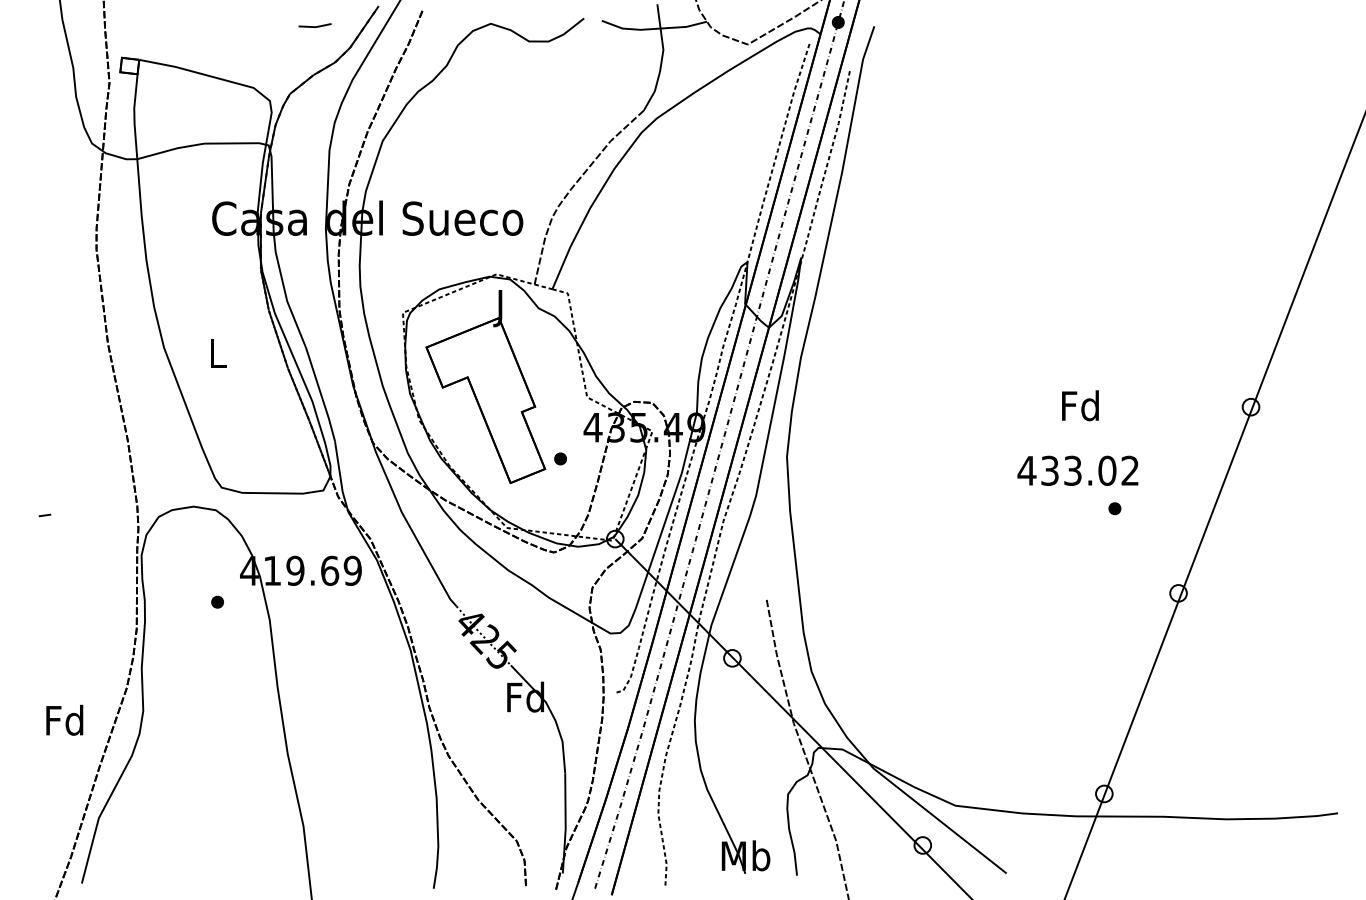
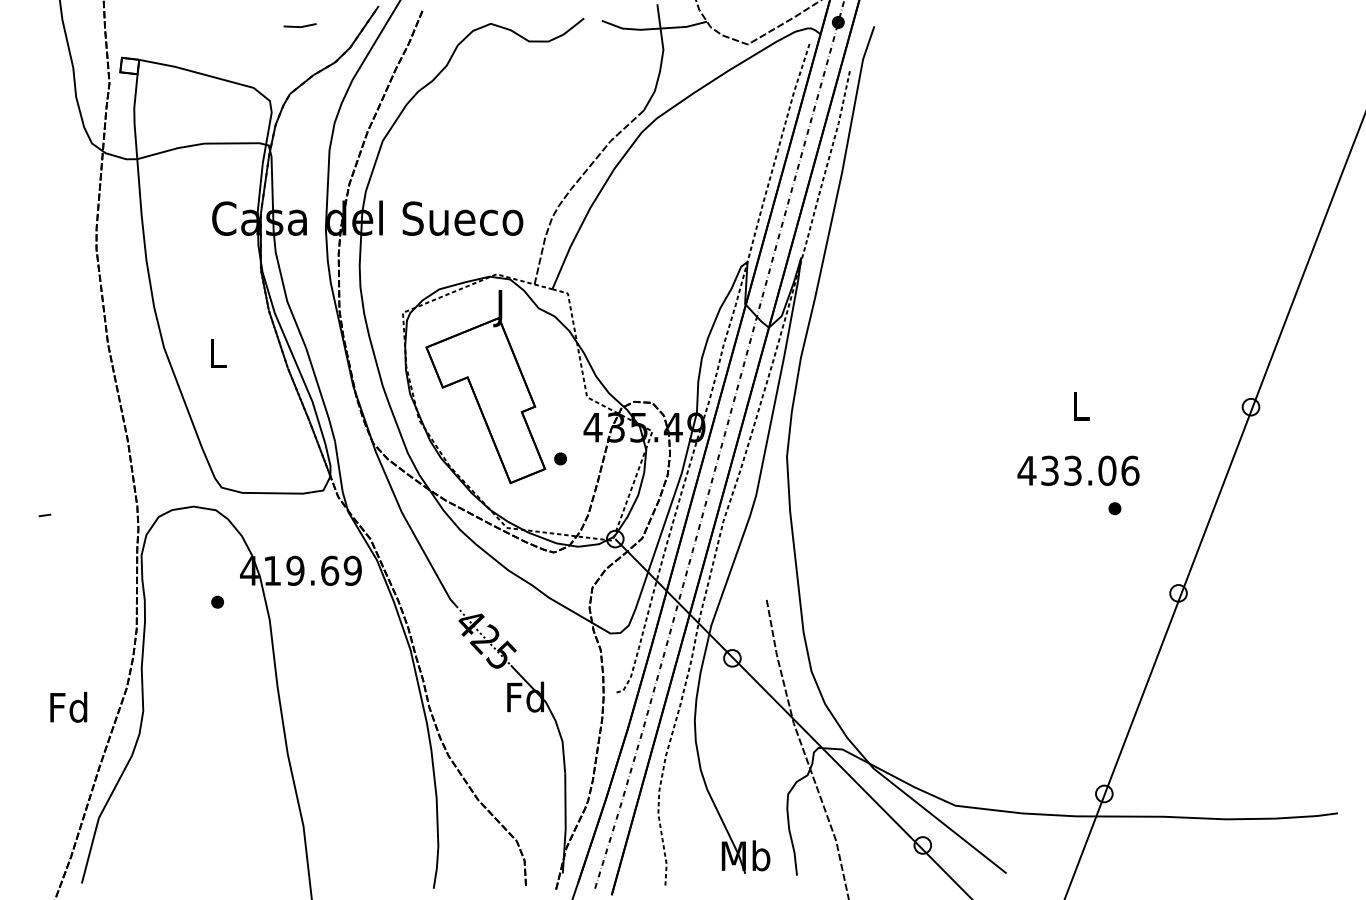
line at (314, 26) position: (314, 26) -> (299, 26)
text at (1080, 405): Fd -> L
text at (1130, 470): 433.02 -> 433.06
text at (64, 719) position: (64, 719) -> (68, 706)
